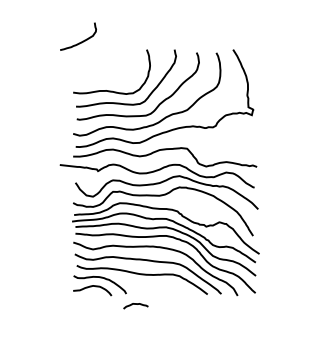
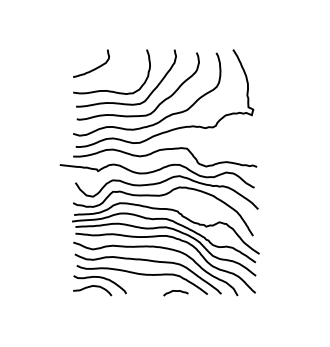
curve at (82, 40) position: (82, 40) -> (95, 67)
curve at (135, 304) position: (135, 304) -> (175, 291)
